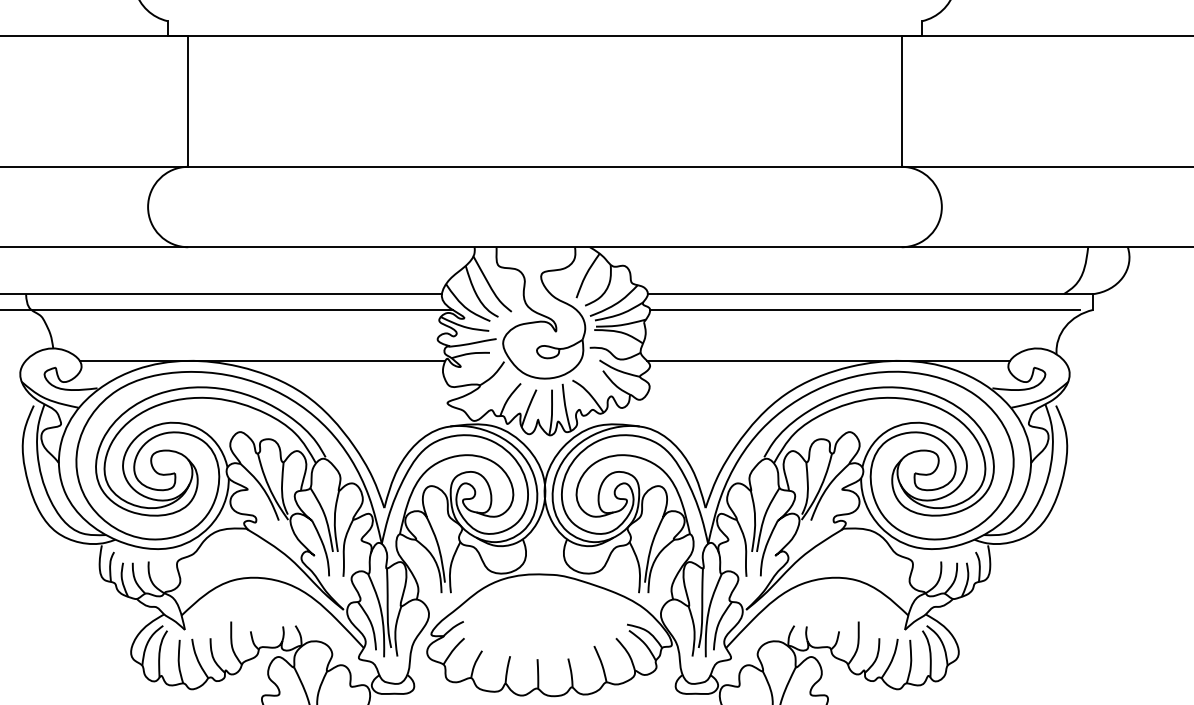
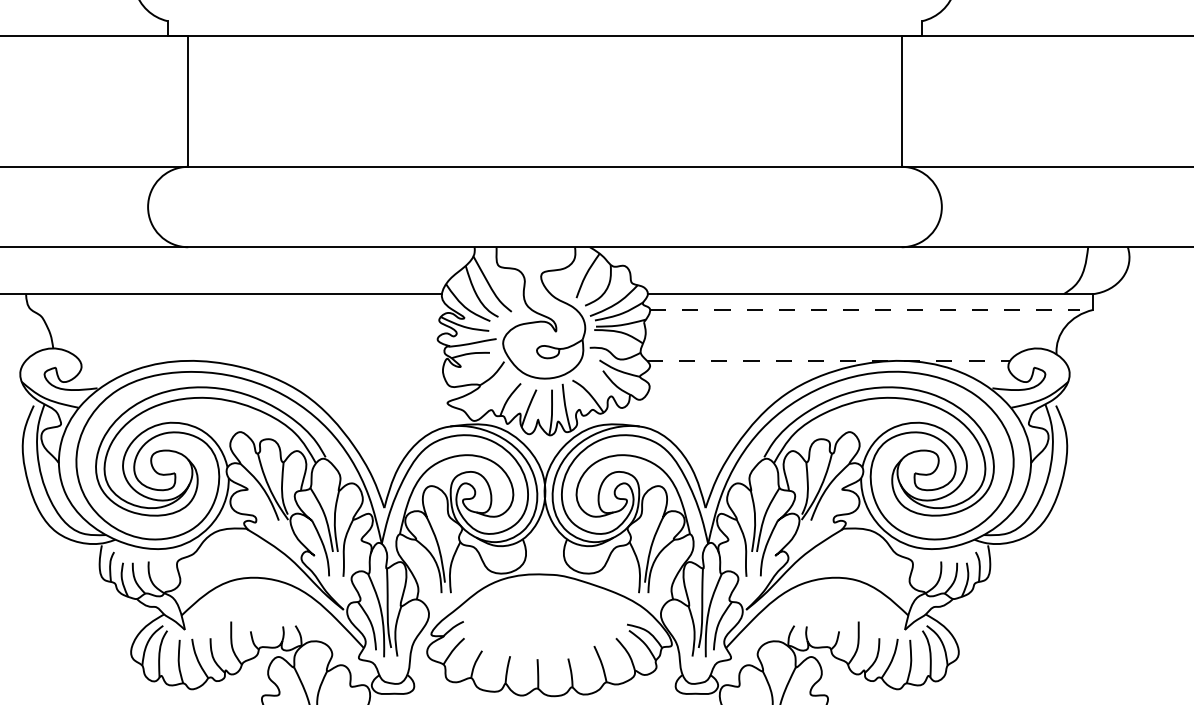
line at (227, 309): present -> none
line at (865, 309): solid -> dashed
line at (262, 360): present -> none
line at (828, 360): solid -> dashed
